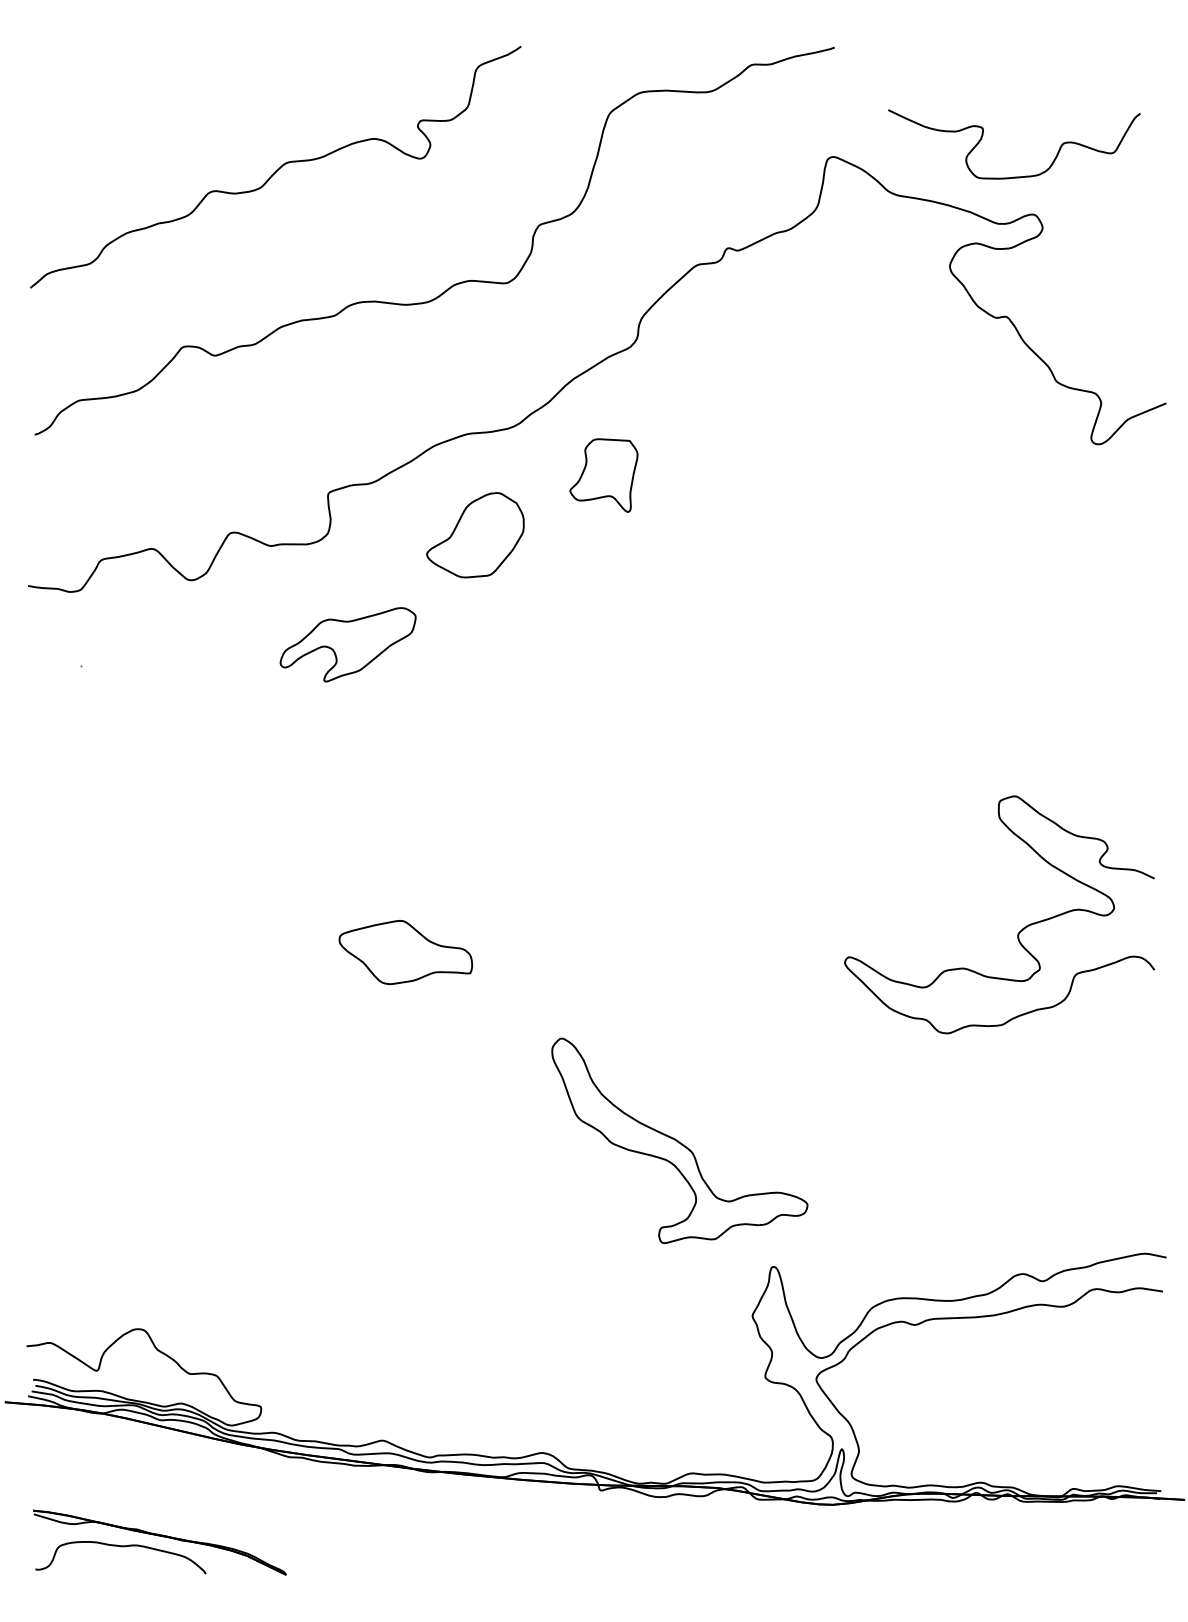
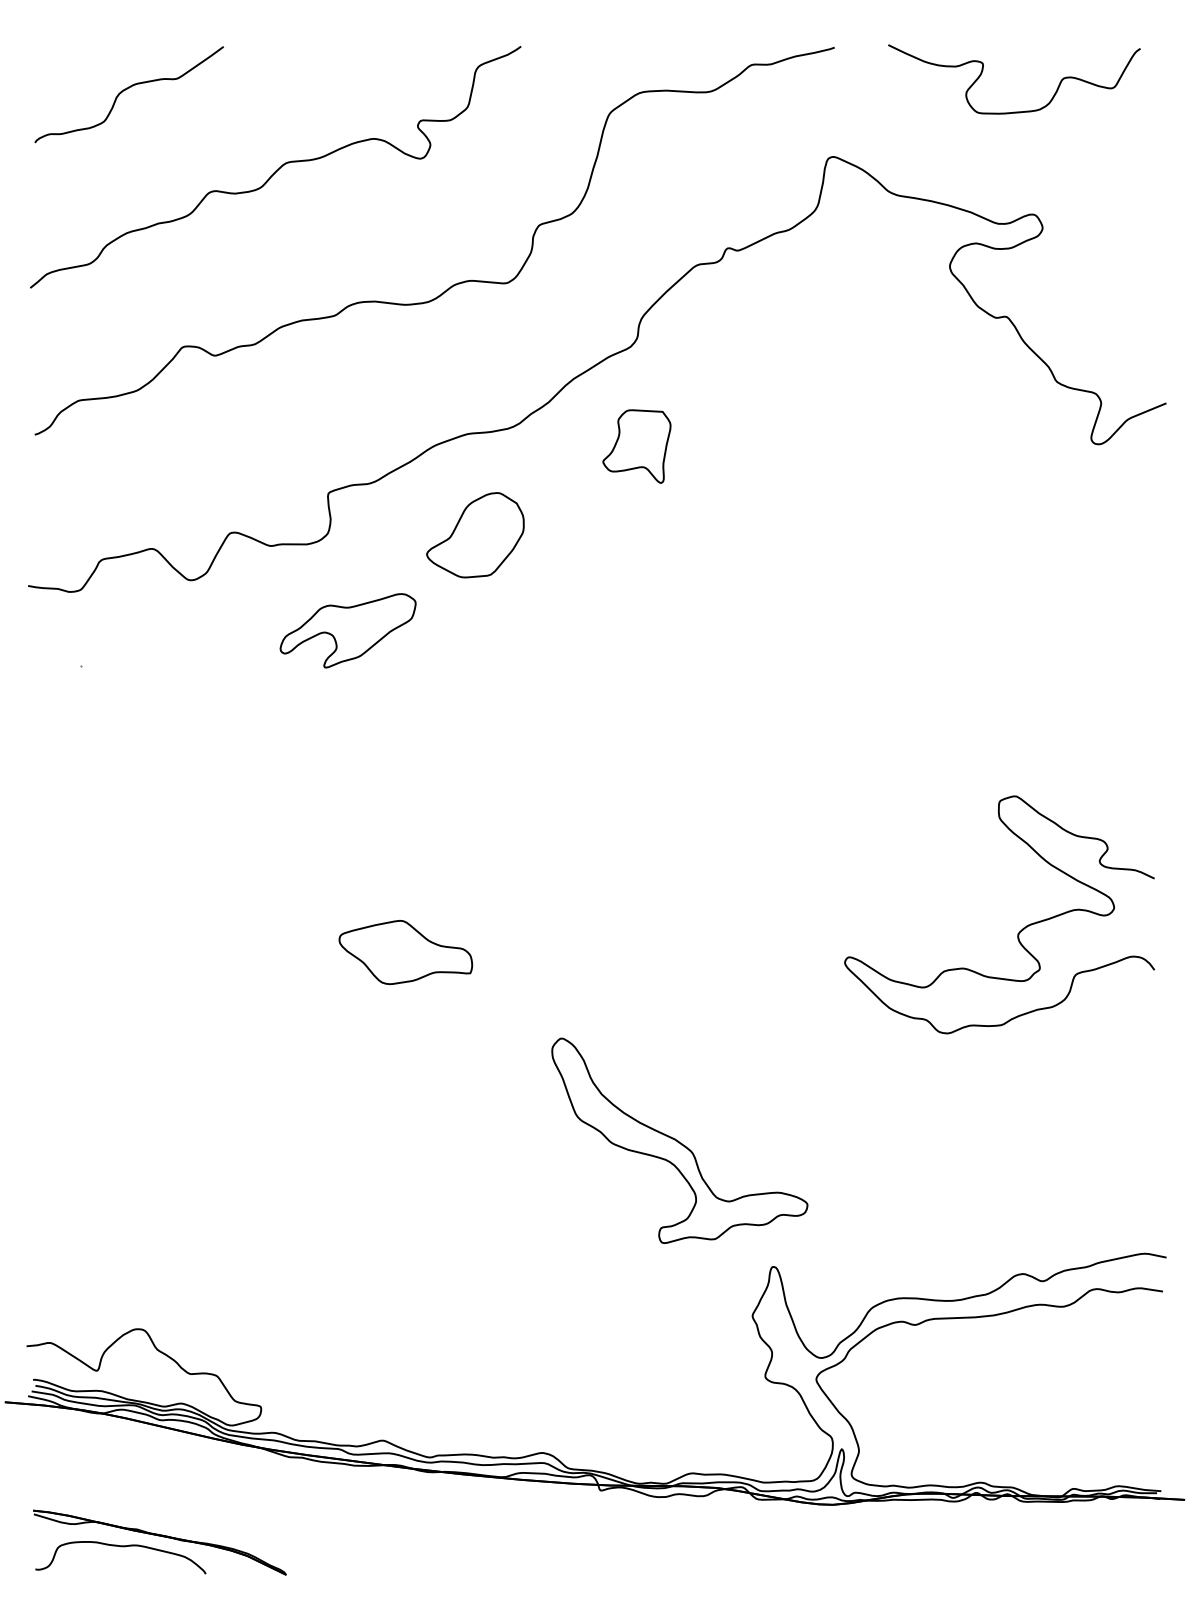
curve at (125, 90): none -> present
curve at (1014, 176) position: (1014, 176) -> (1014, 111)
part at (603, 475) position: (603, 475) -> (636, 446)
part at (347, 644) position: (347, 644) -> (347, 630)
